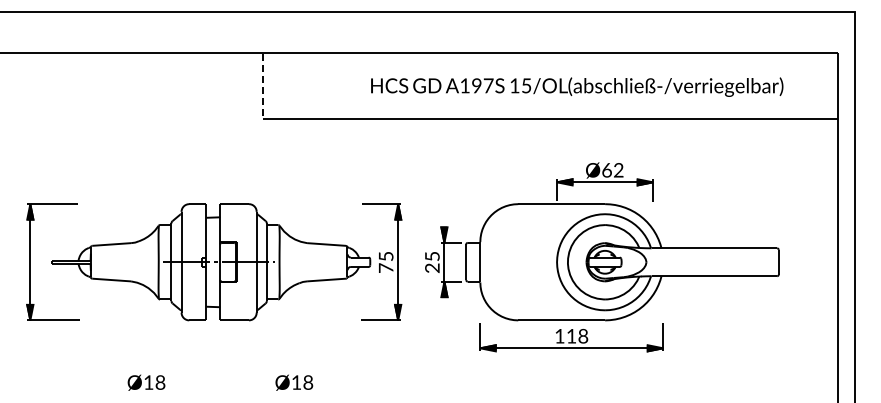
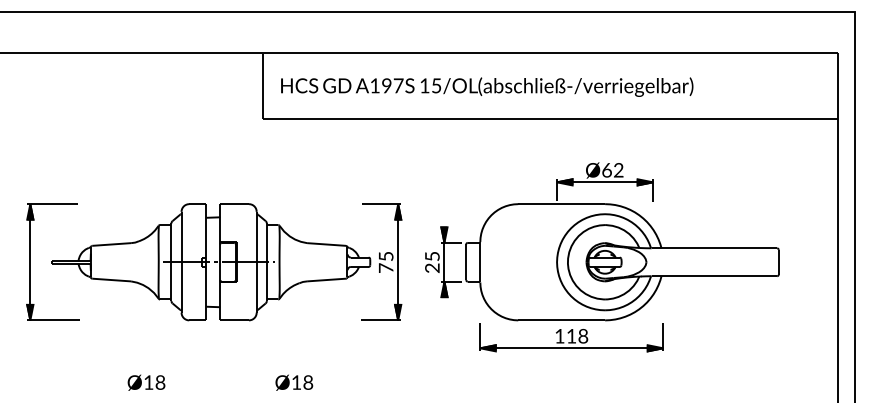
line at (263, 86): dashed -> solid
text at (577, 86) position: (577, 86) -> (487, 86)
